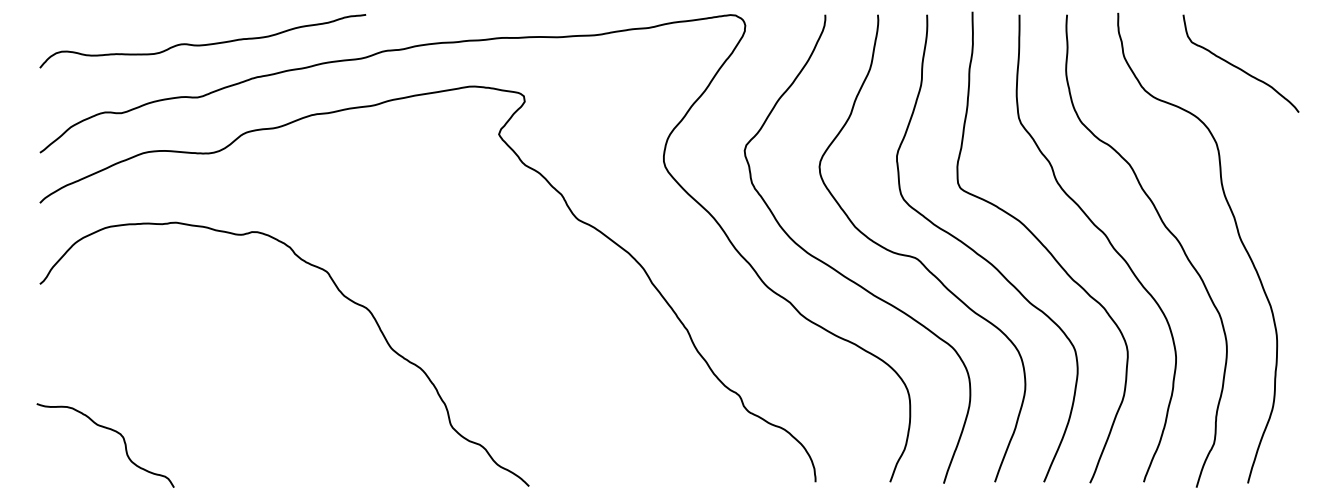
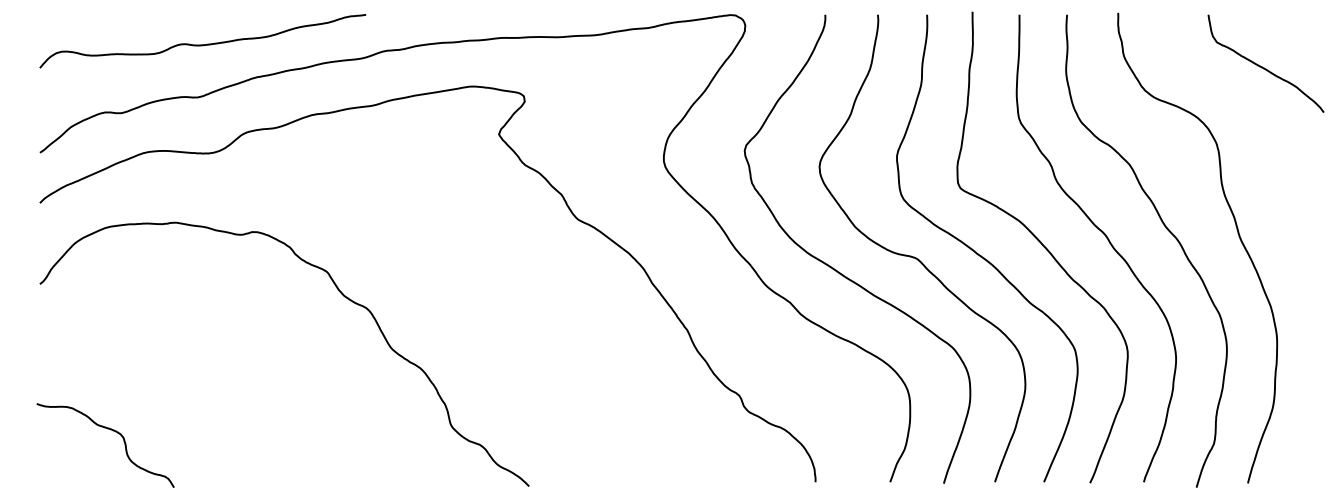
curve at (1239, 67) position: (1239, 67) -> (1264, 67)
